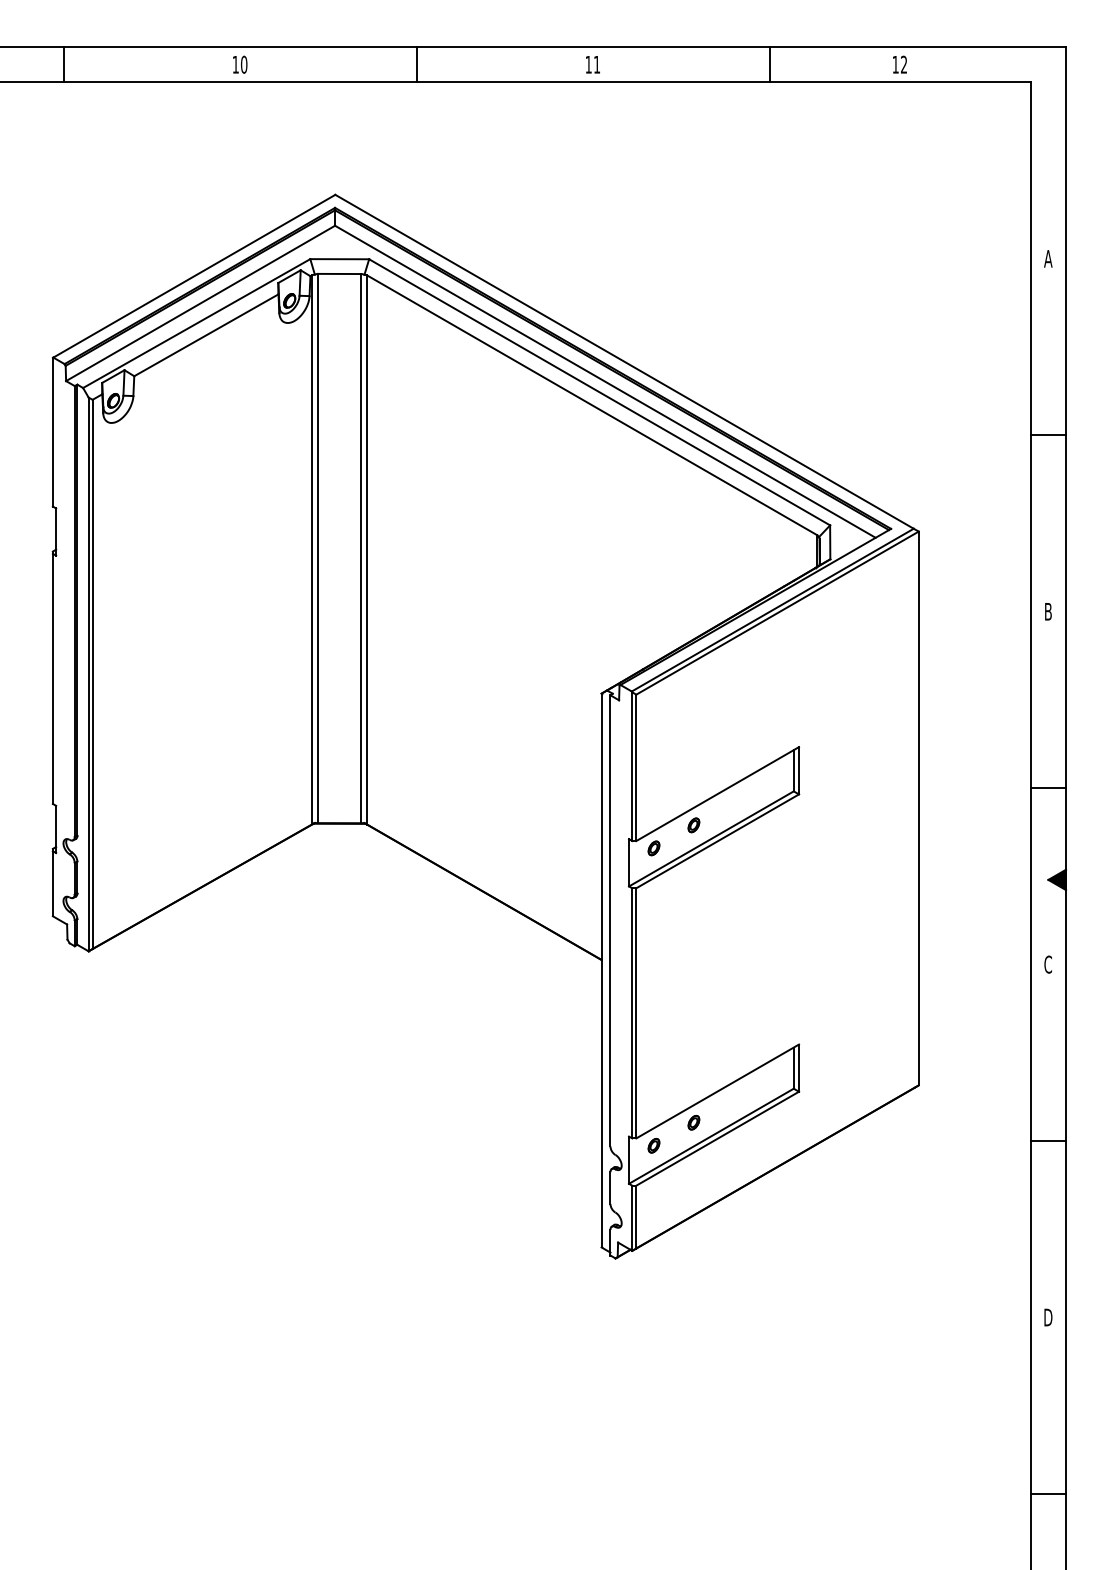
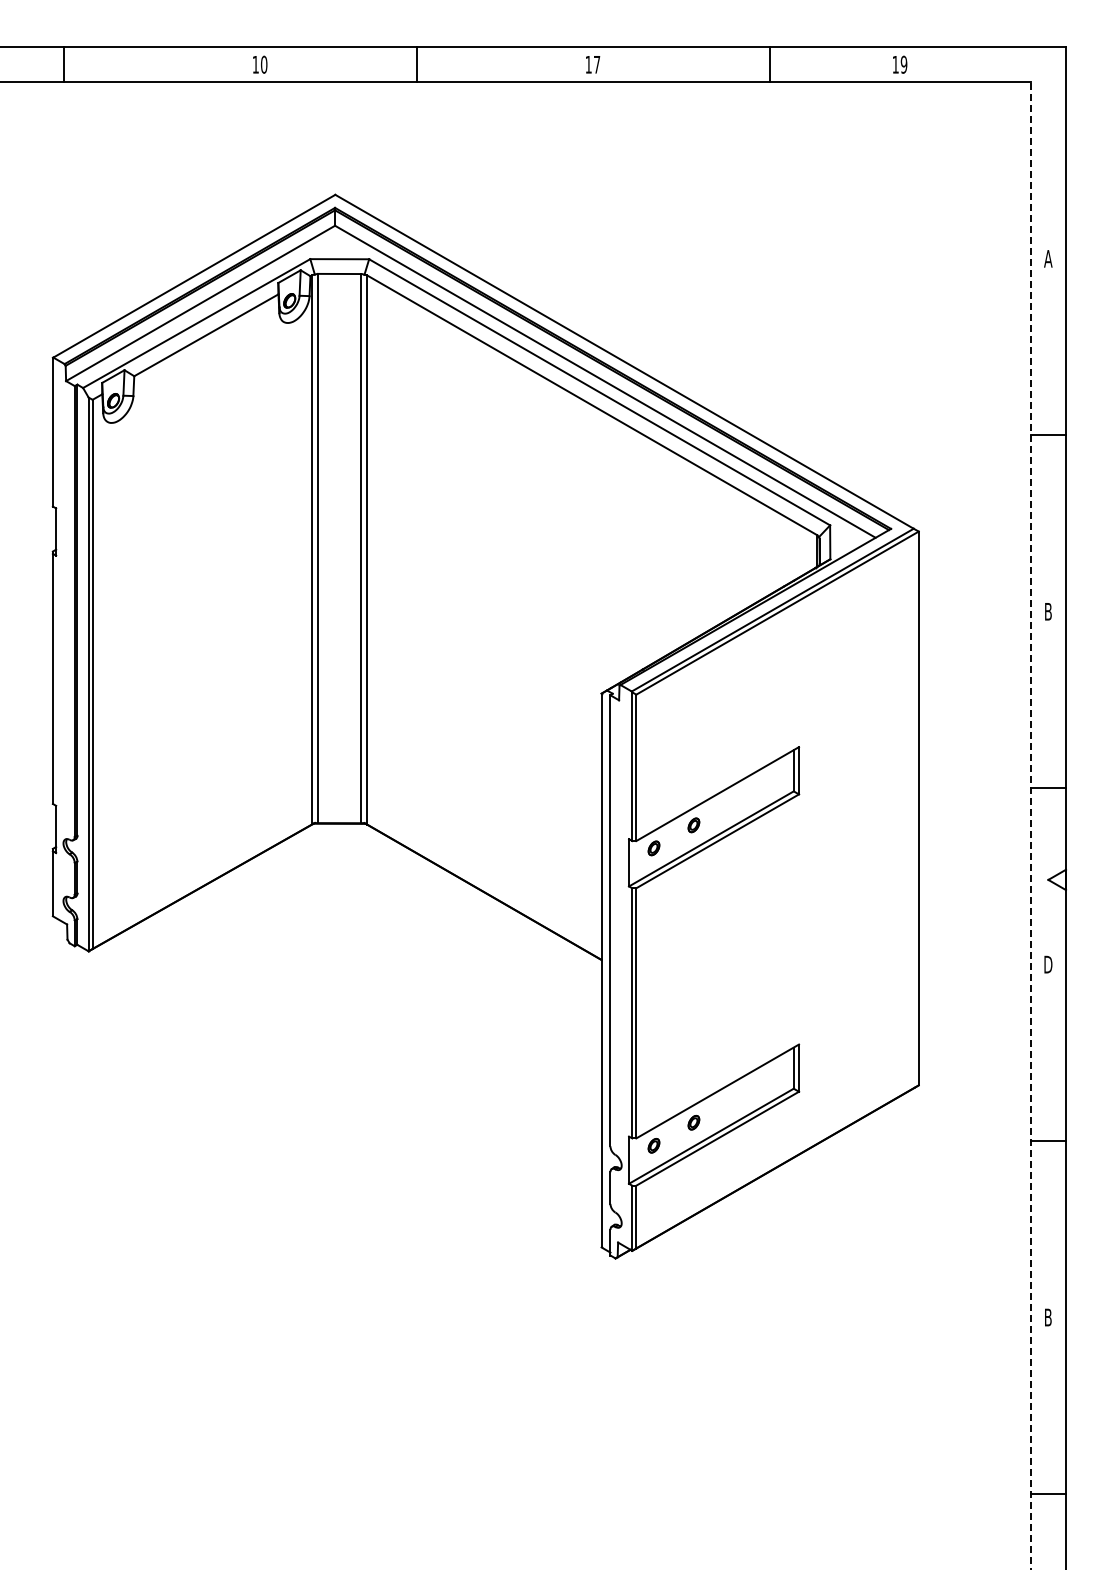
text at (240, 64) position: (240, 64) -> (260, 64)
text at (597, 64): 11 -> 17
text at (903, 64): 12 -> 19
line at (1030, 826): solid -> dashed
fill at (1057, 879): present -> none
text at (1048, 964): C -> D
text at (1048, 1317): D -> B
